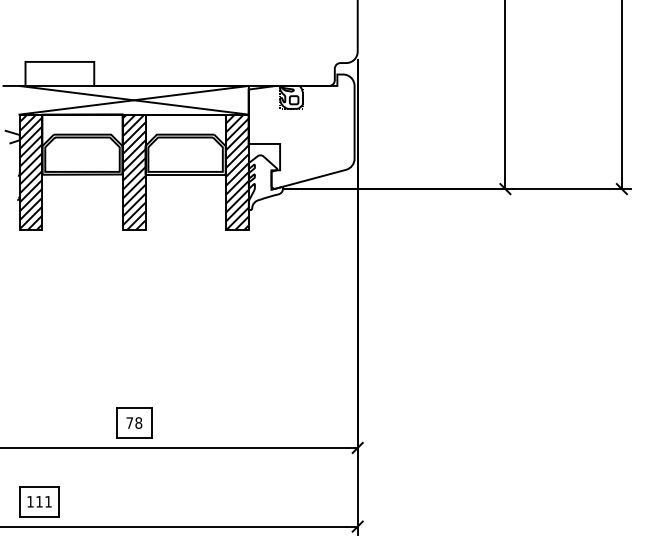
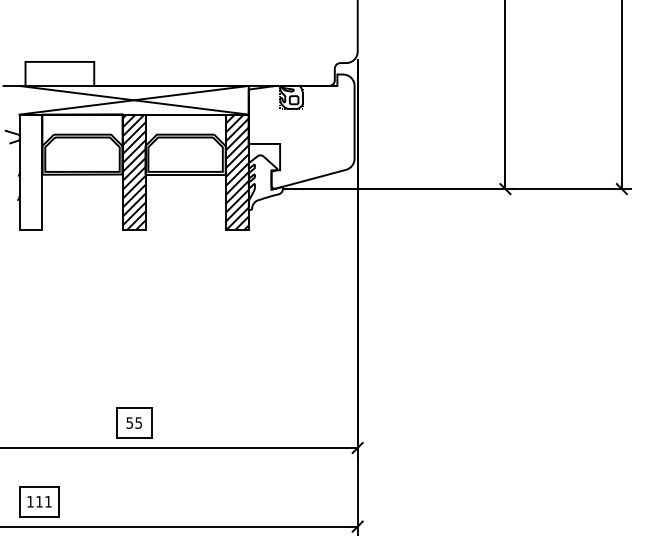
hatch at (30, 172): present -> none
text at (134, 422): 78 -> 55
